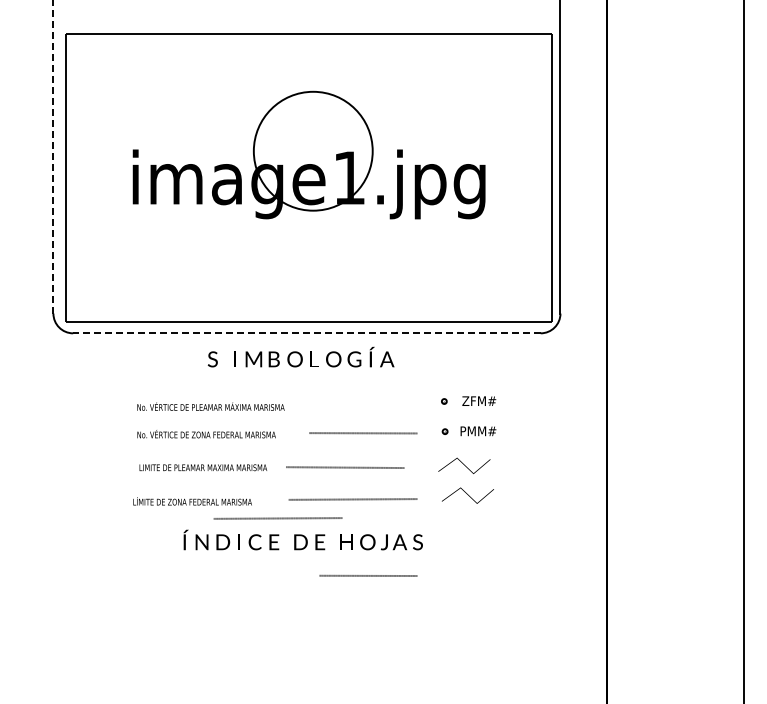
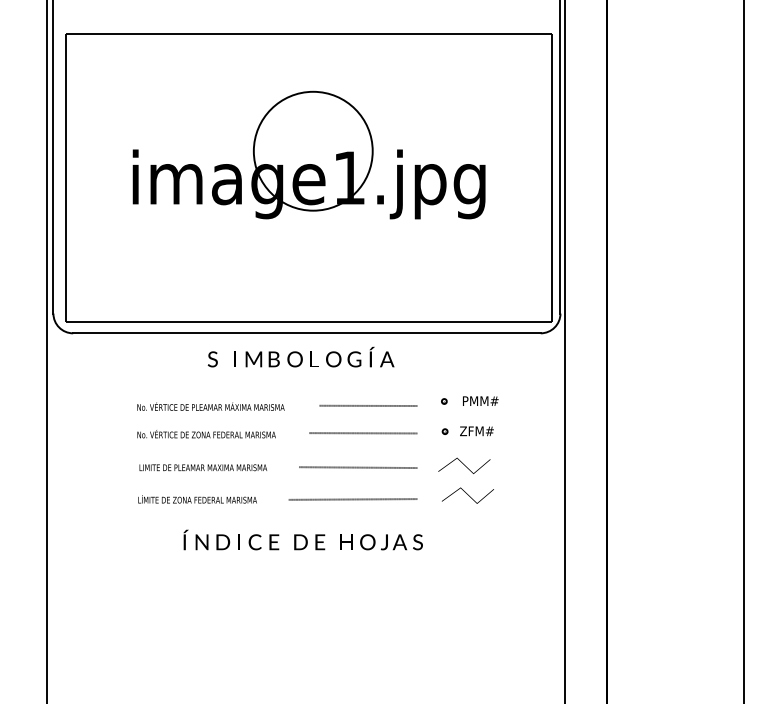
line at (53, 156): dashed -> solid
line at (306, 333): dashed -> solid
line at (47, 351): none -> present
line at (564, 351): none -> present
text at (480, 400): ZFM# -> PMM#
text at (478, 431): PMM# -> ZFM#
line at (345, 467) position: (345, 467) -> (358, 467)
text at (192, 501) position: (192, 501) -> (197, 499)
line at (277, 518): present -> none
line at (368, 575) position: (368, 575) -> (368, 405)
